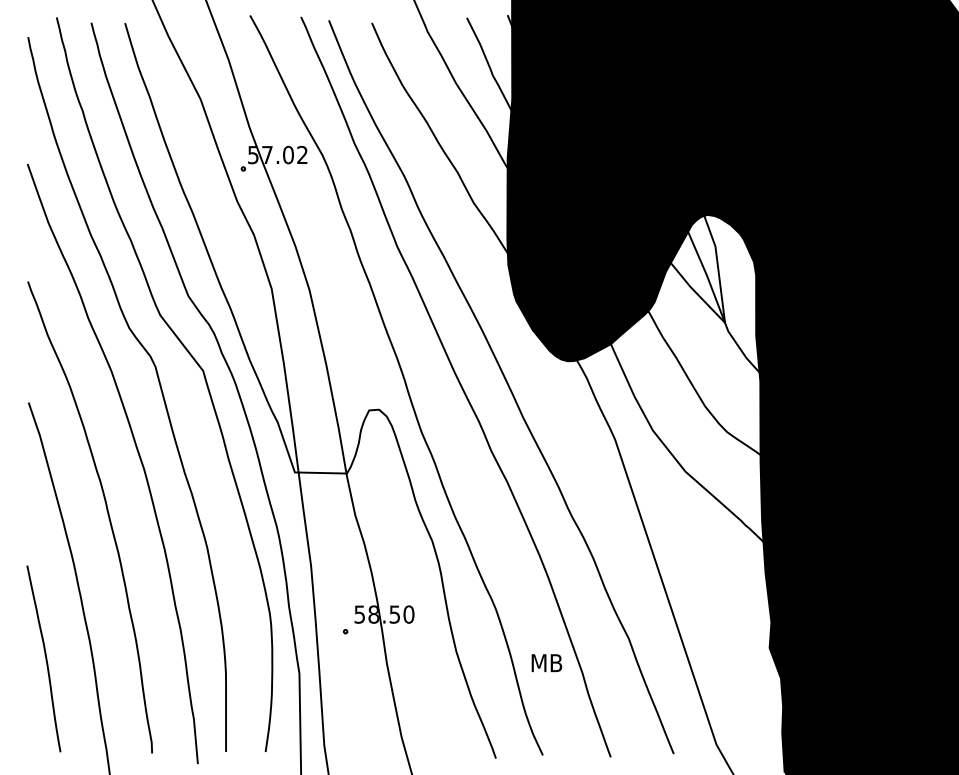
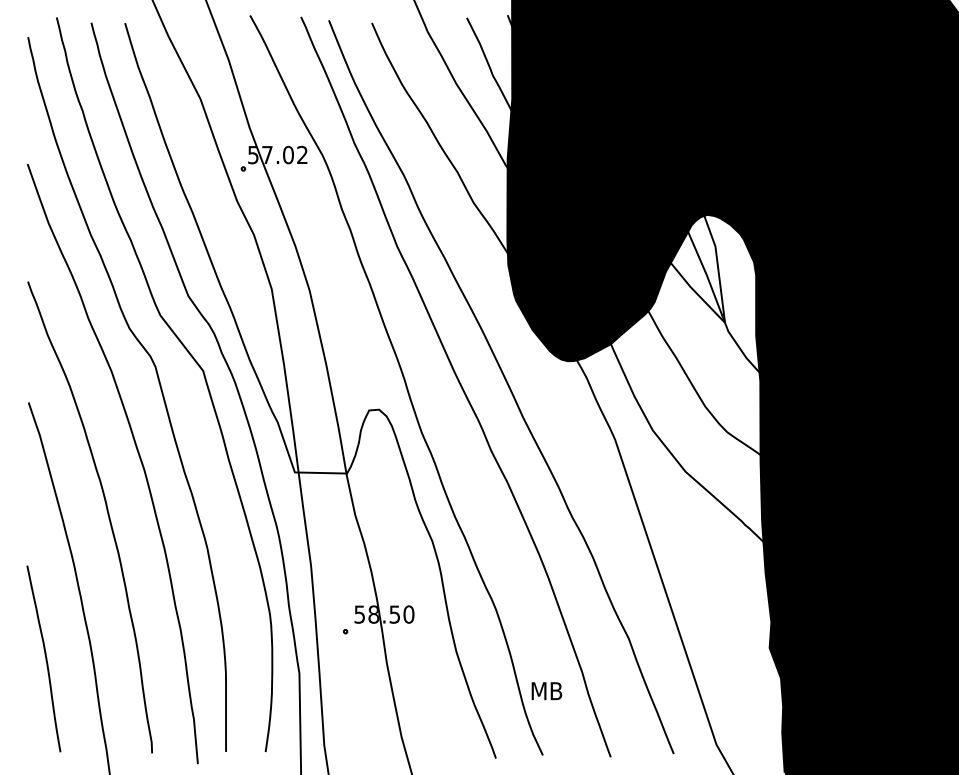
text at (546, 663) position: (546, 663) -> (546, 691)
